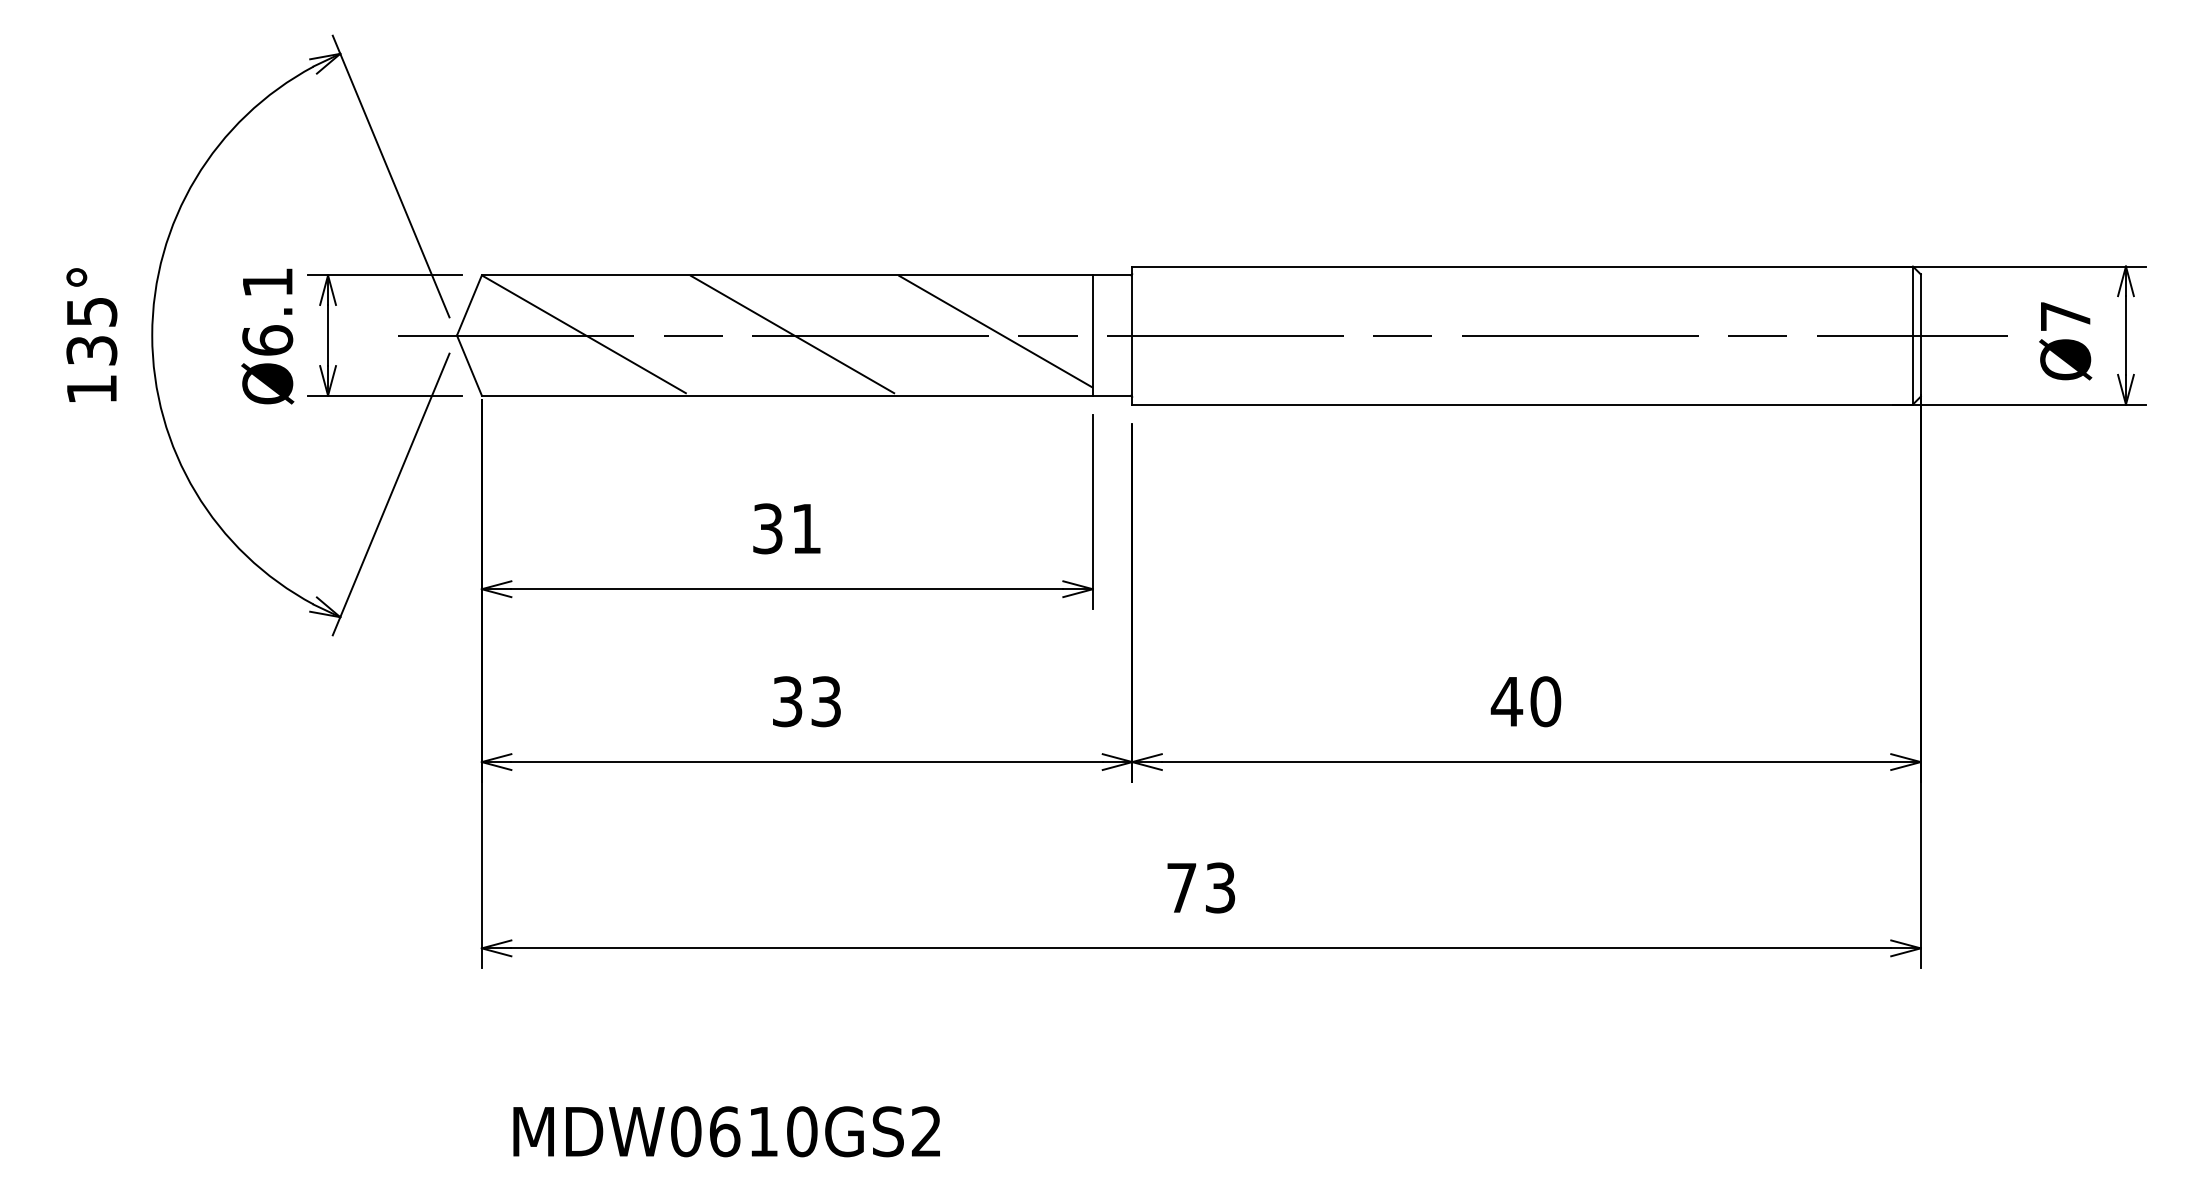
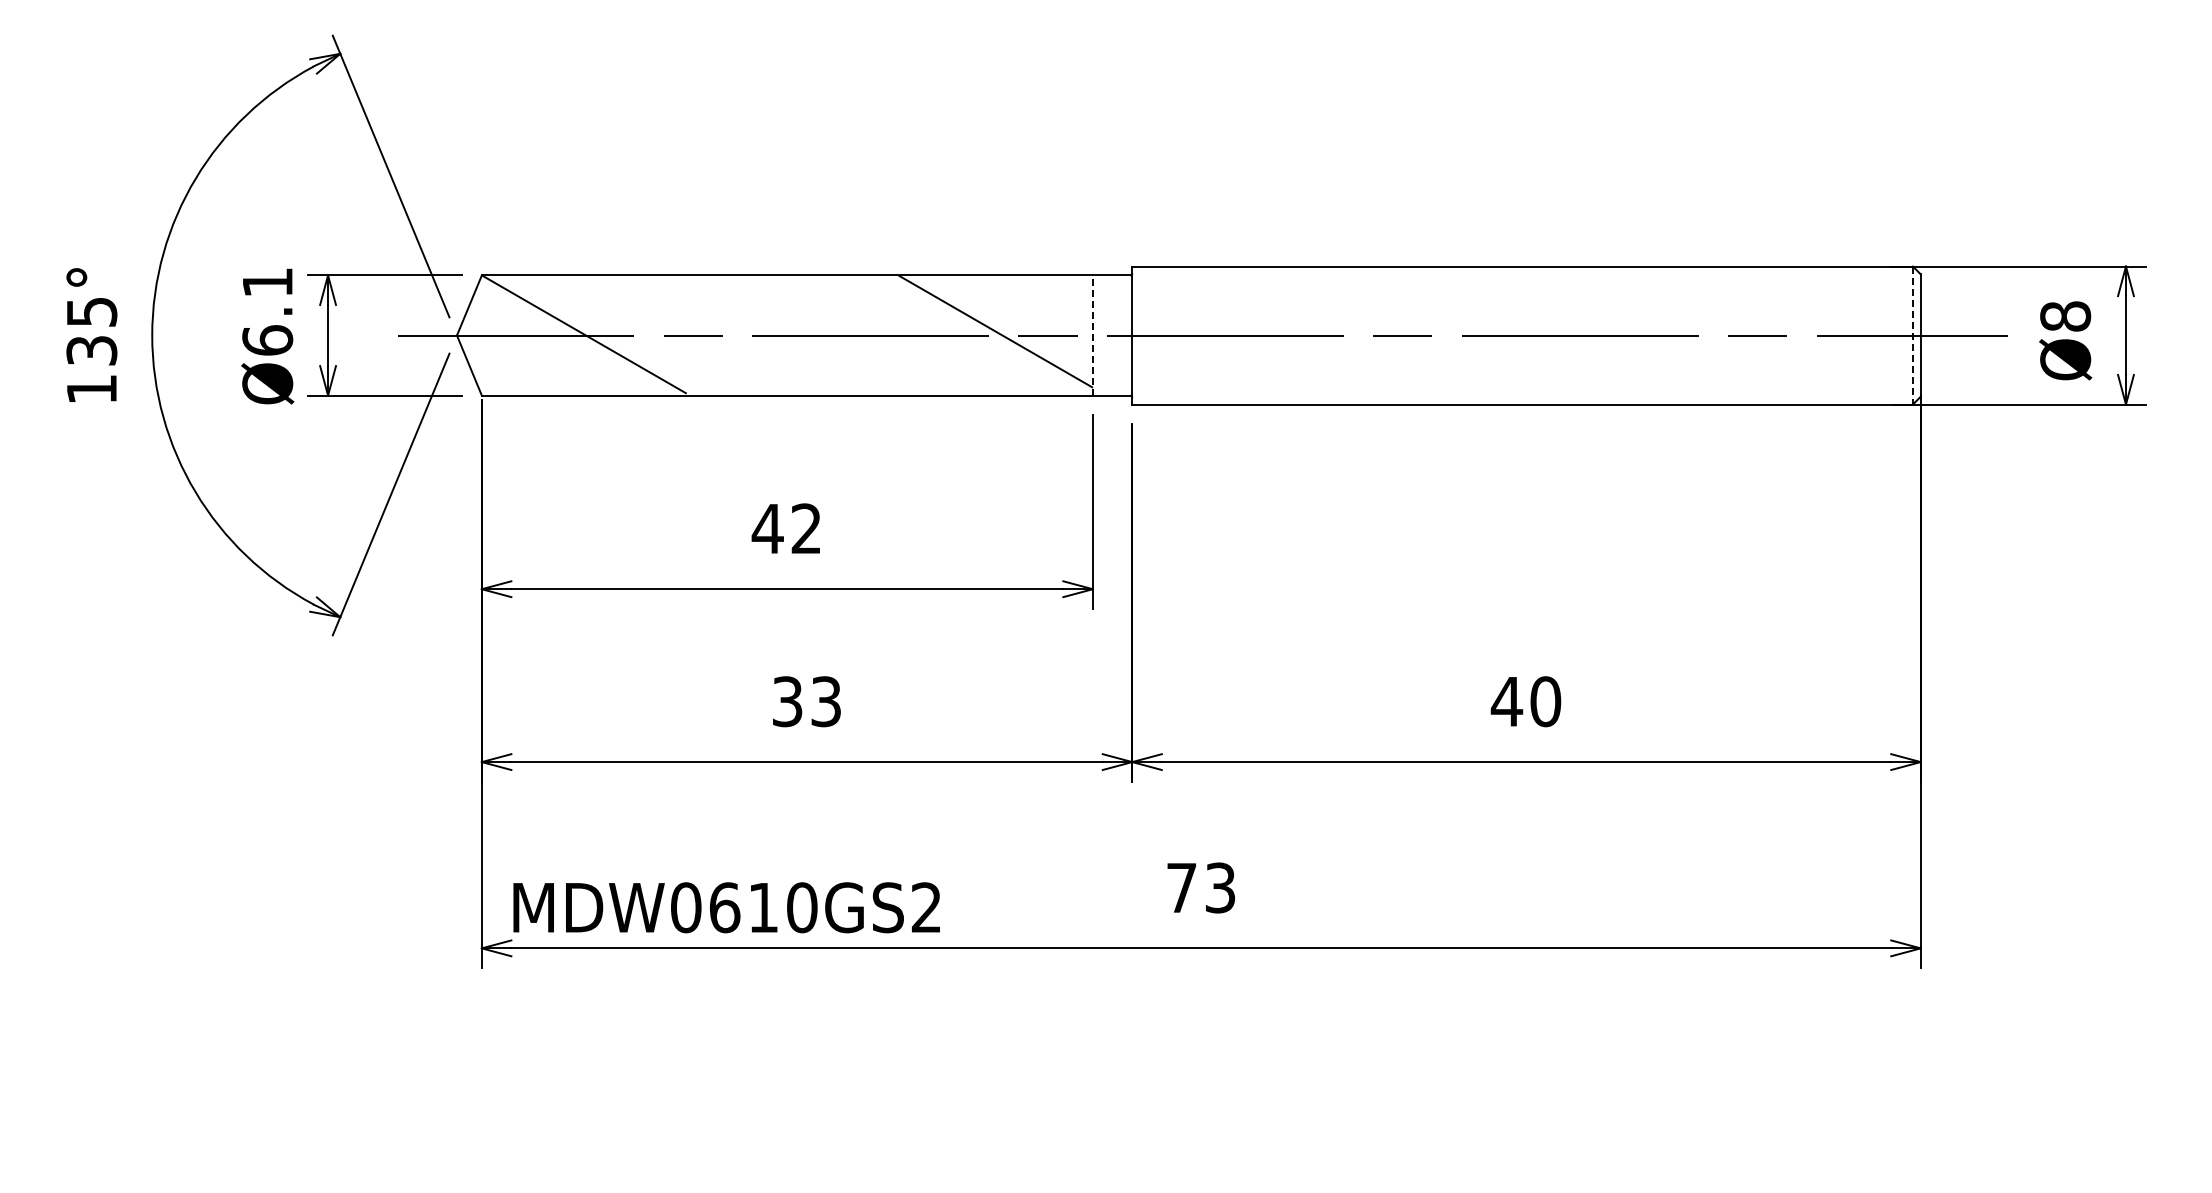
text at (2065, 316): Ø7 -> Ø8
line at (794, 335): present -> none
line at (1092, 335): solid -> dashed
line at (1912, 335): solid -> dashed
text at (785, 528): 31 -> 42
text at (726, 1131) position: (726, 1131) -> (726, 907)
